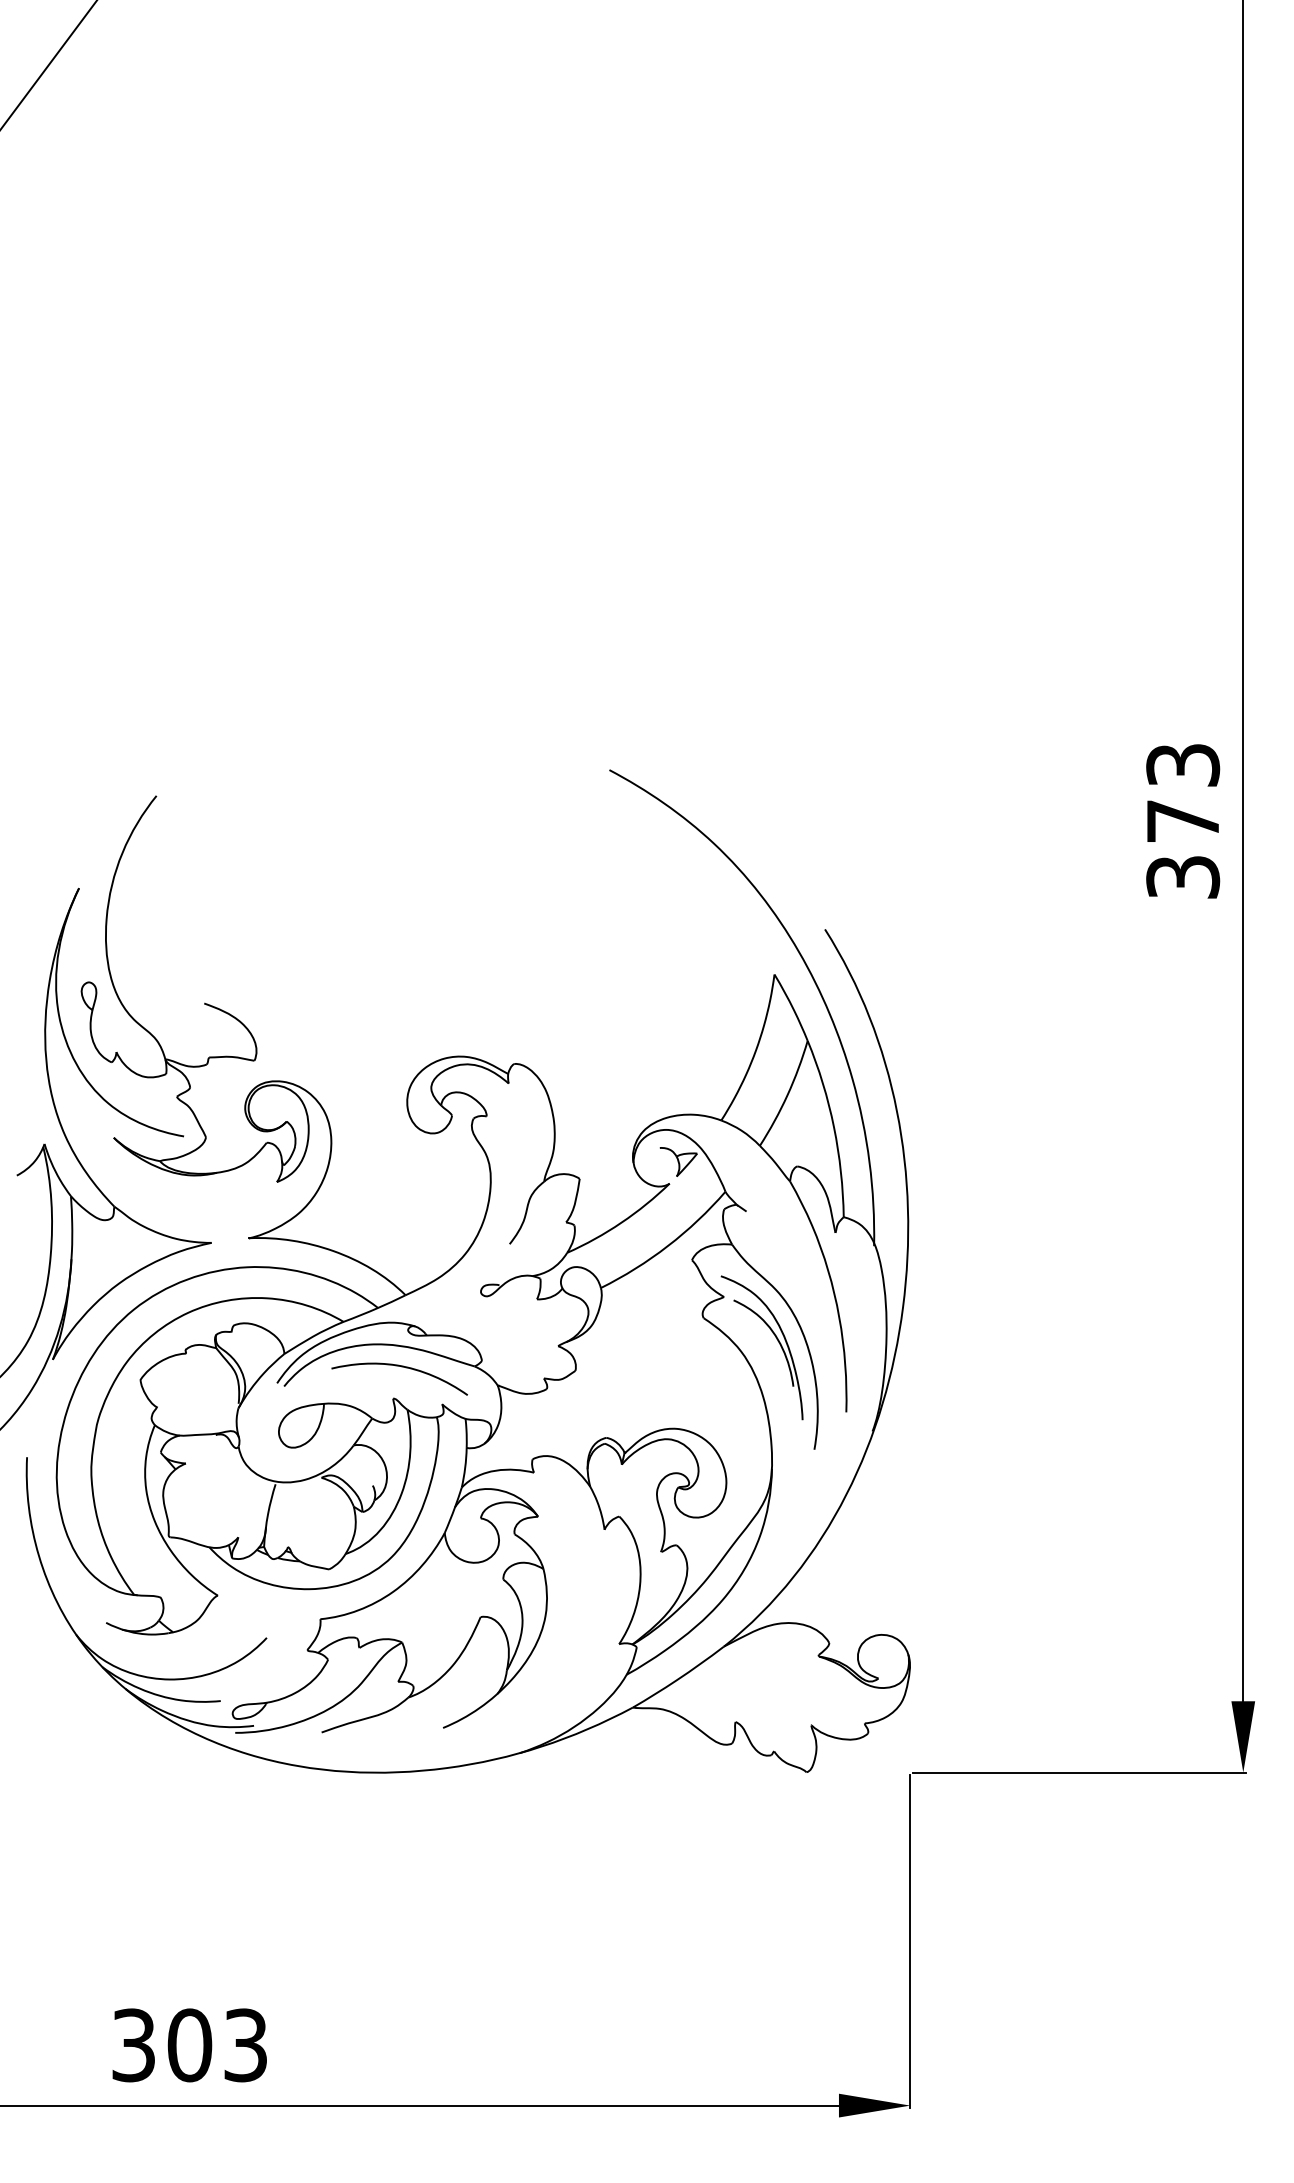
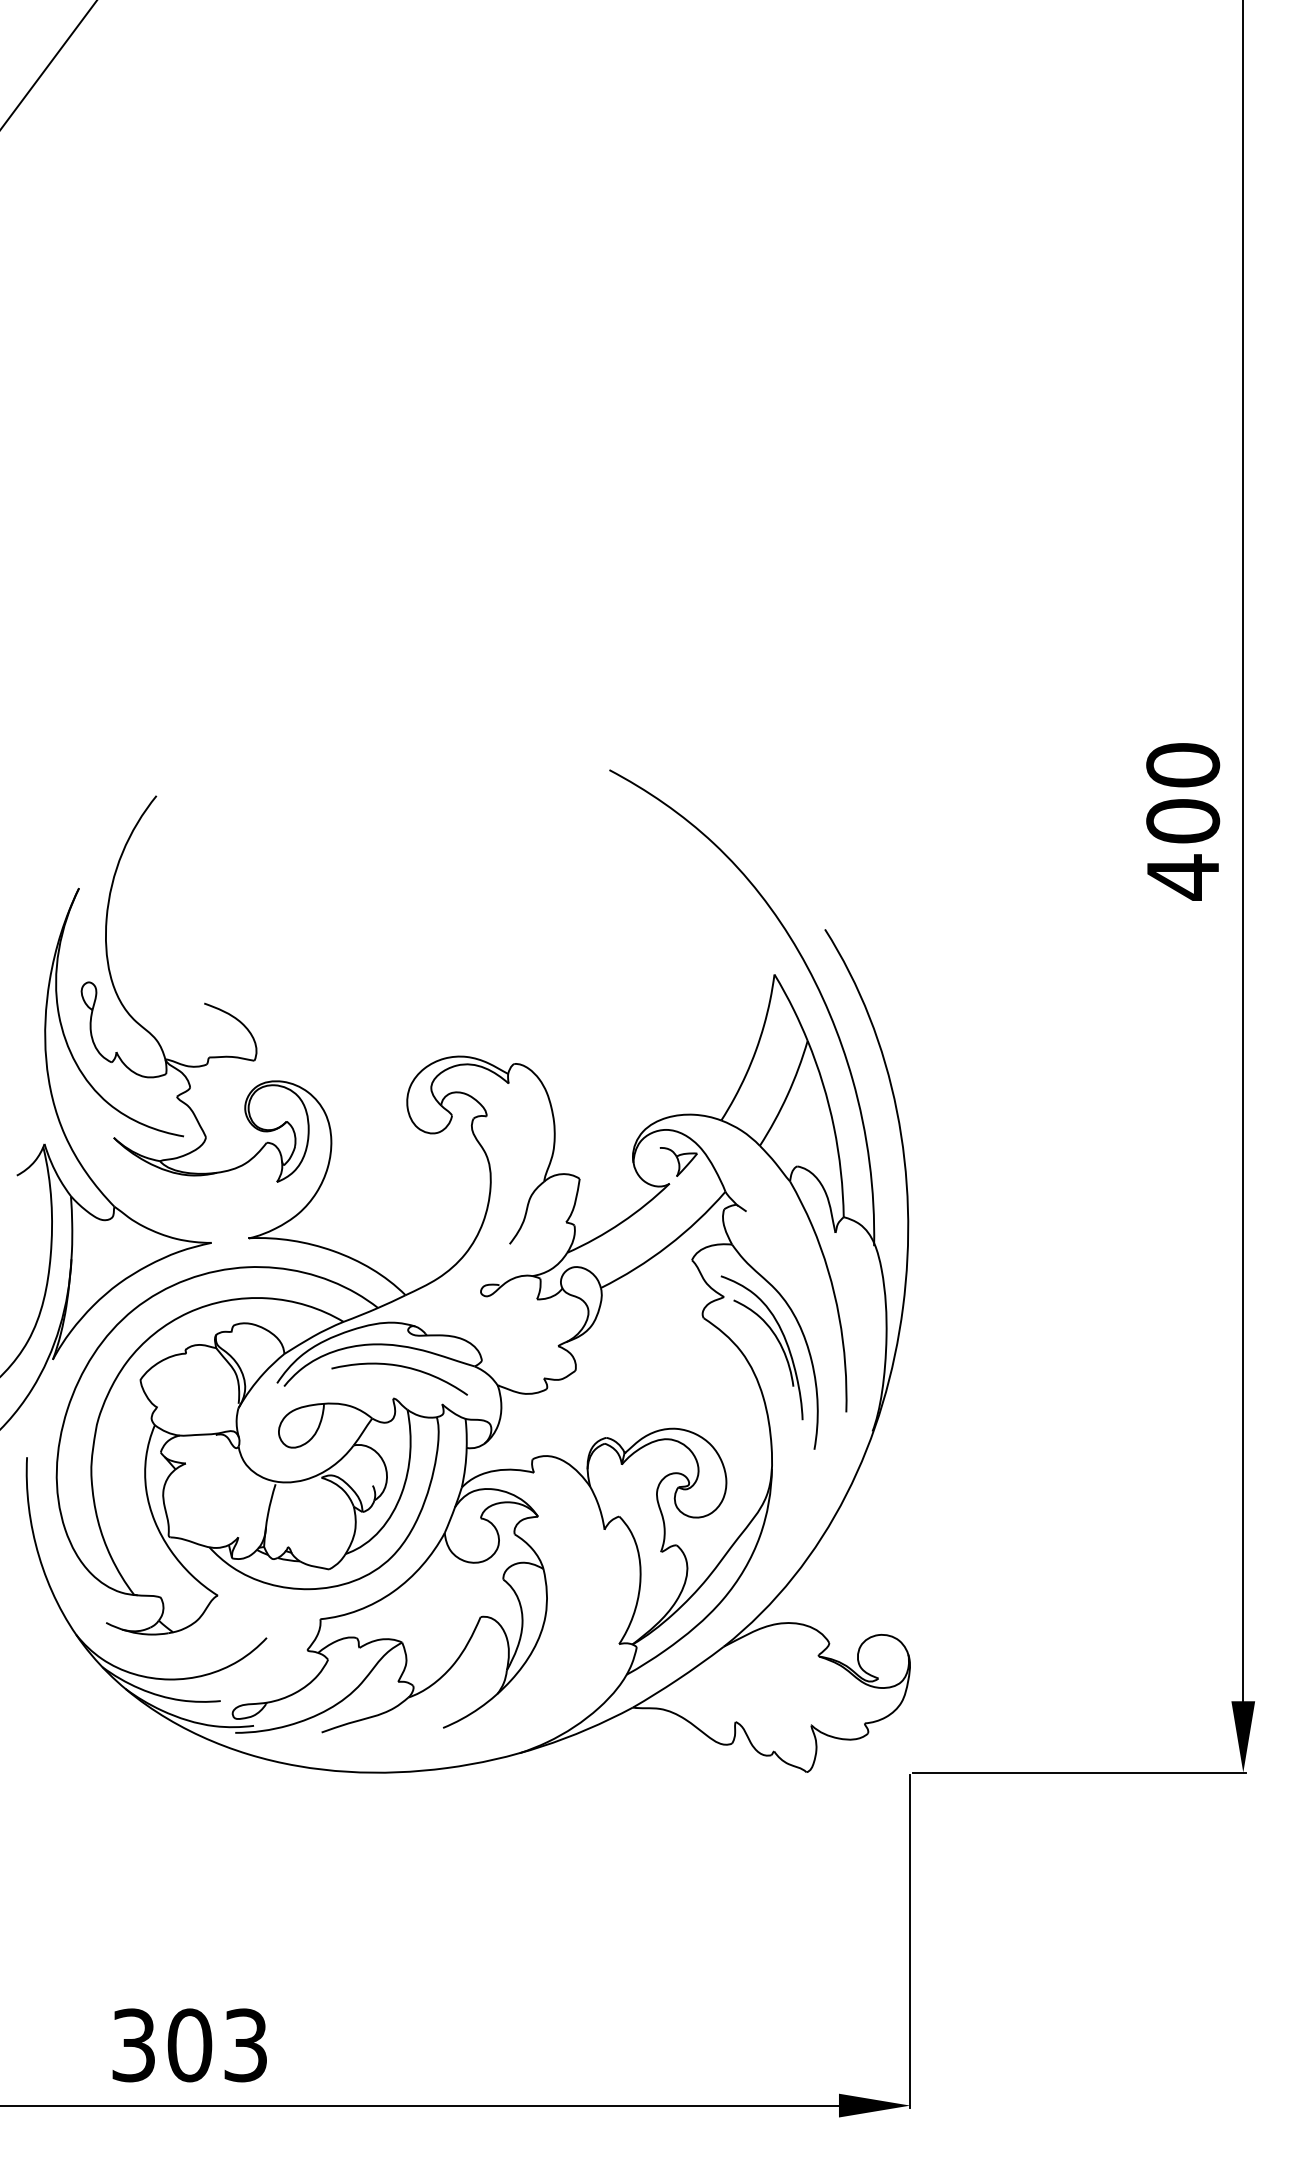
text at (1183, 821): 373 -> 400
